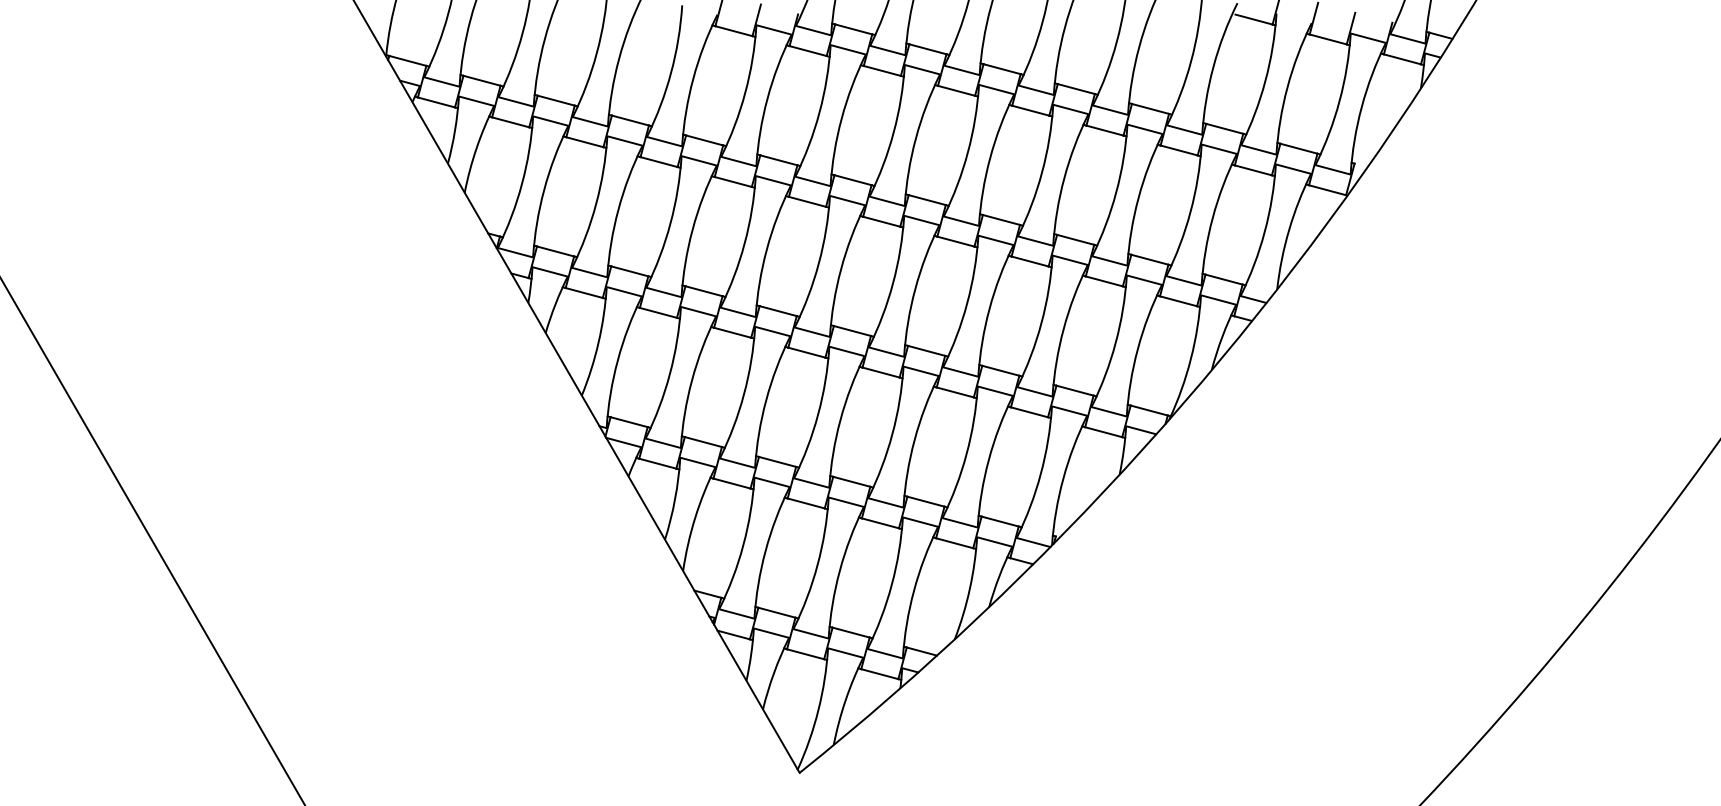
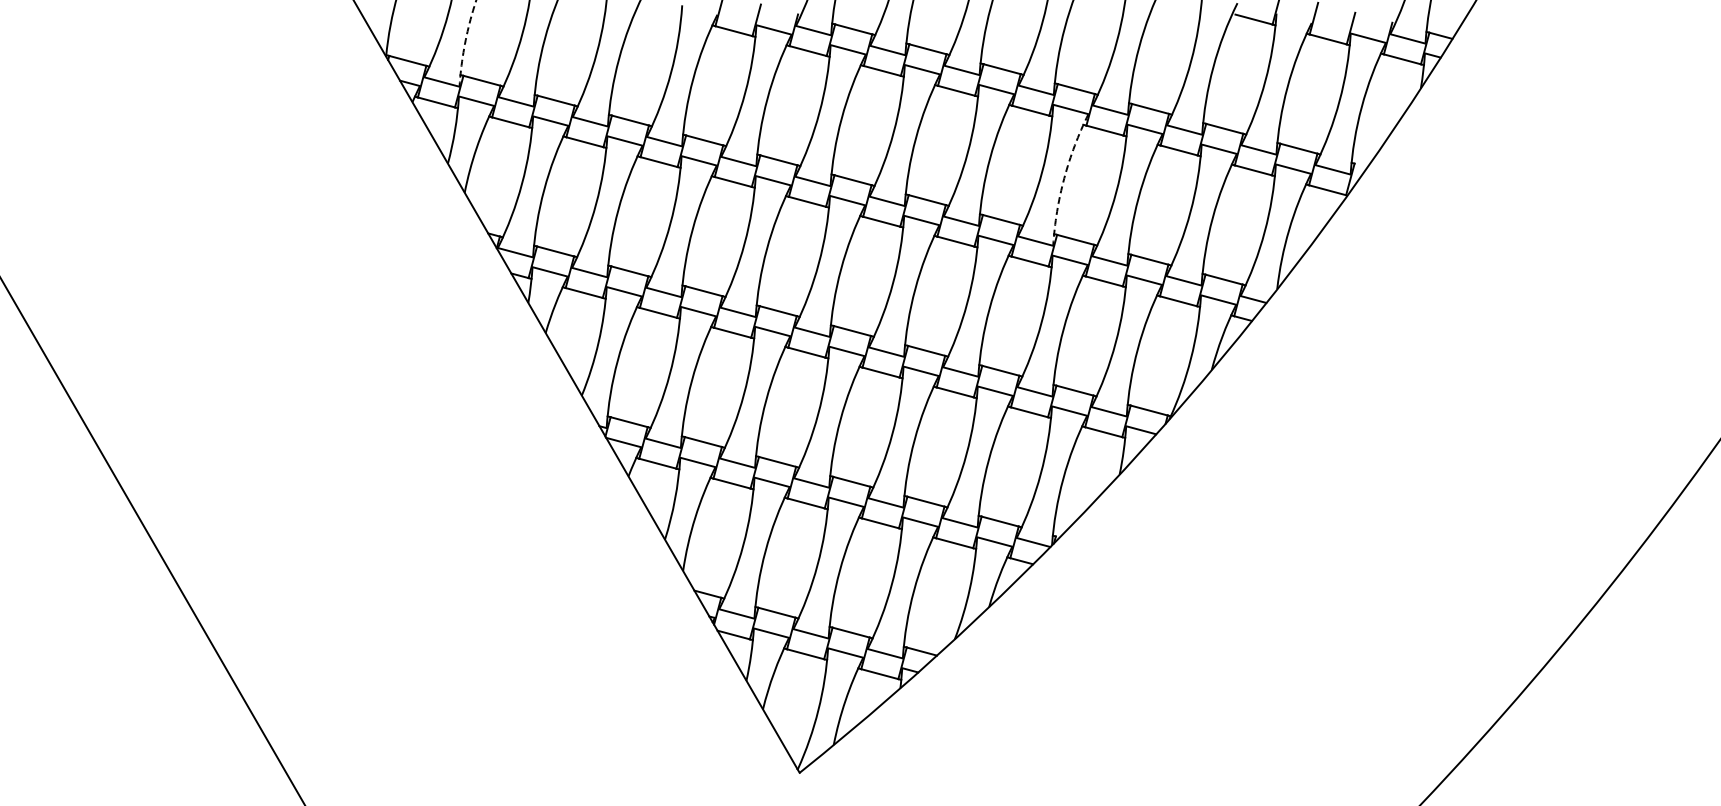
arc at (465, 42): solid -> dashed
arc at (1064, 178): solid -> dashed
